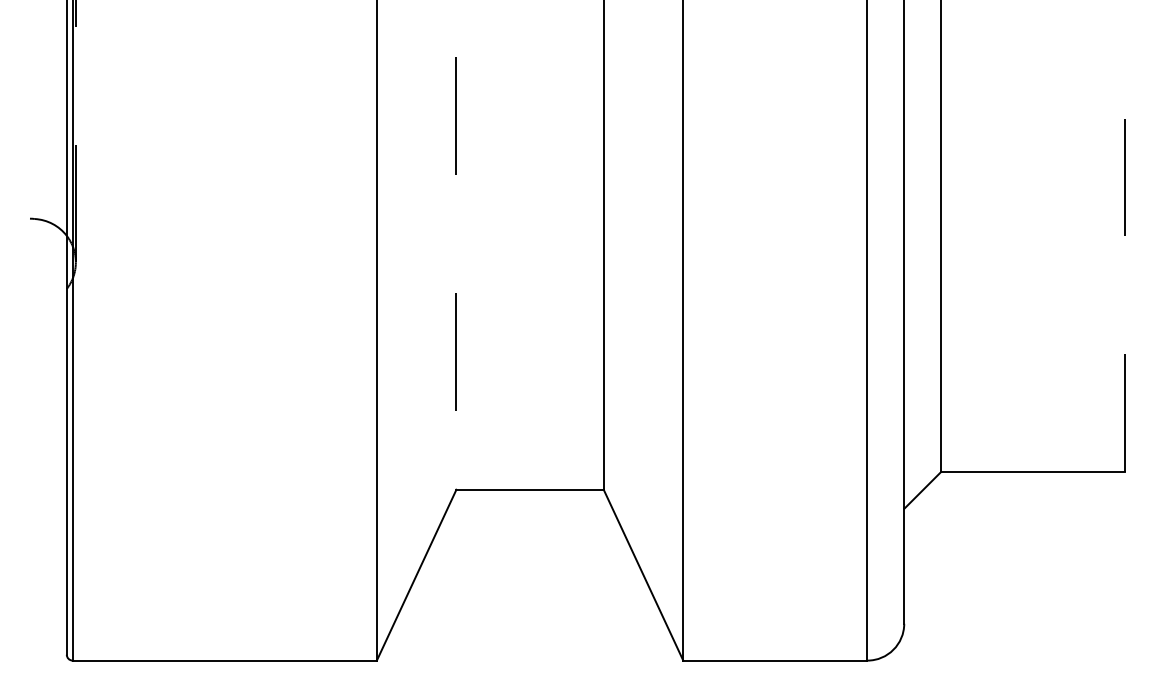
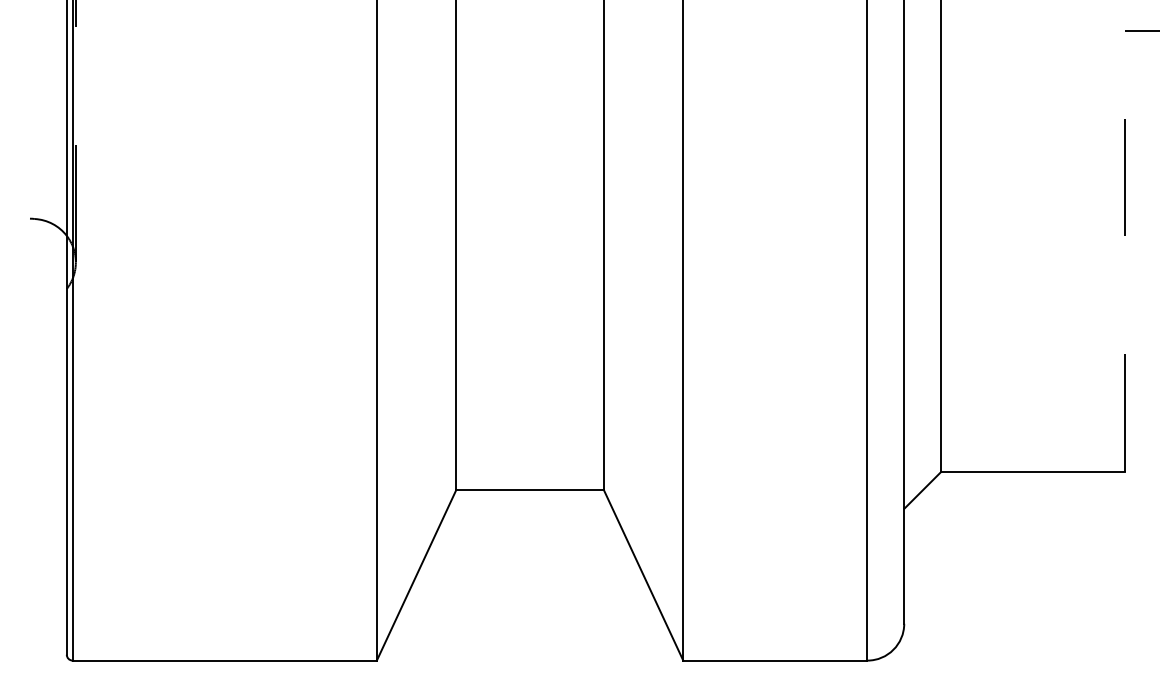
line at (1140, 31): none -> present
line at (456, 245): dashed -> solid
